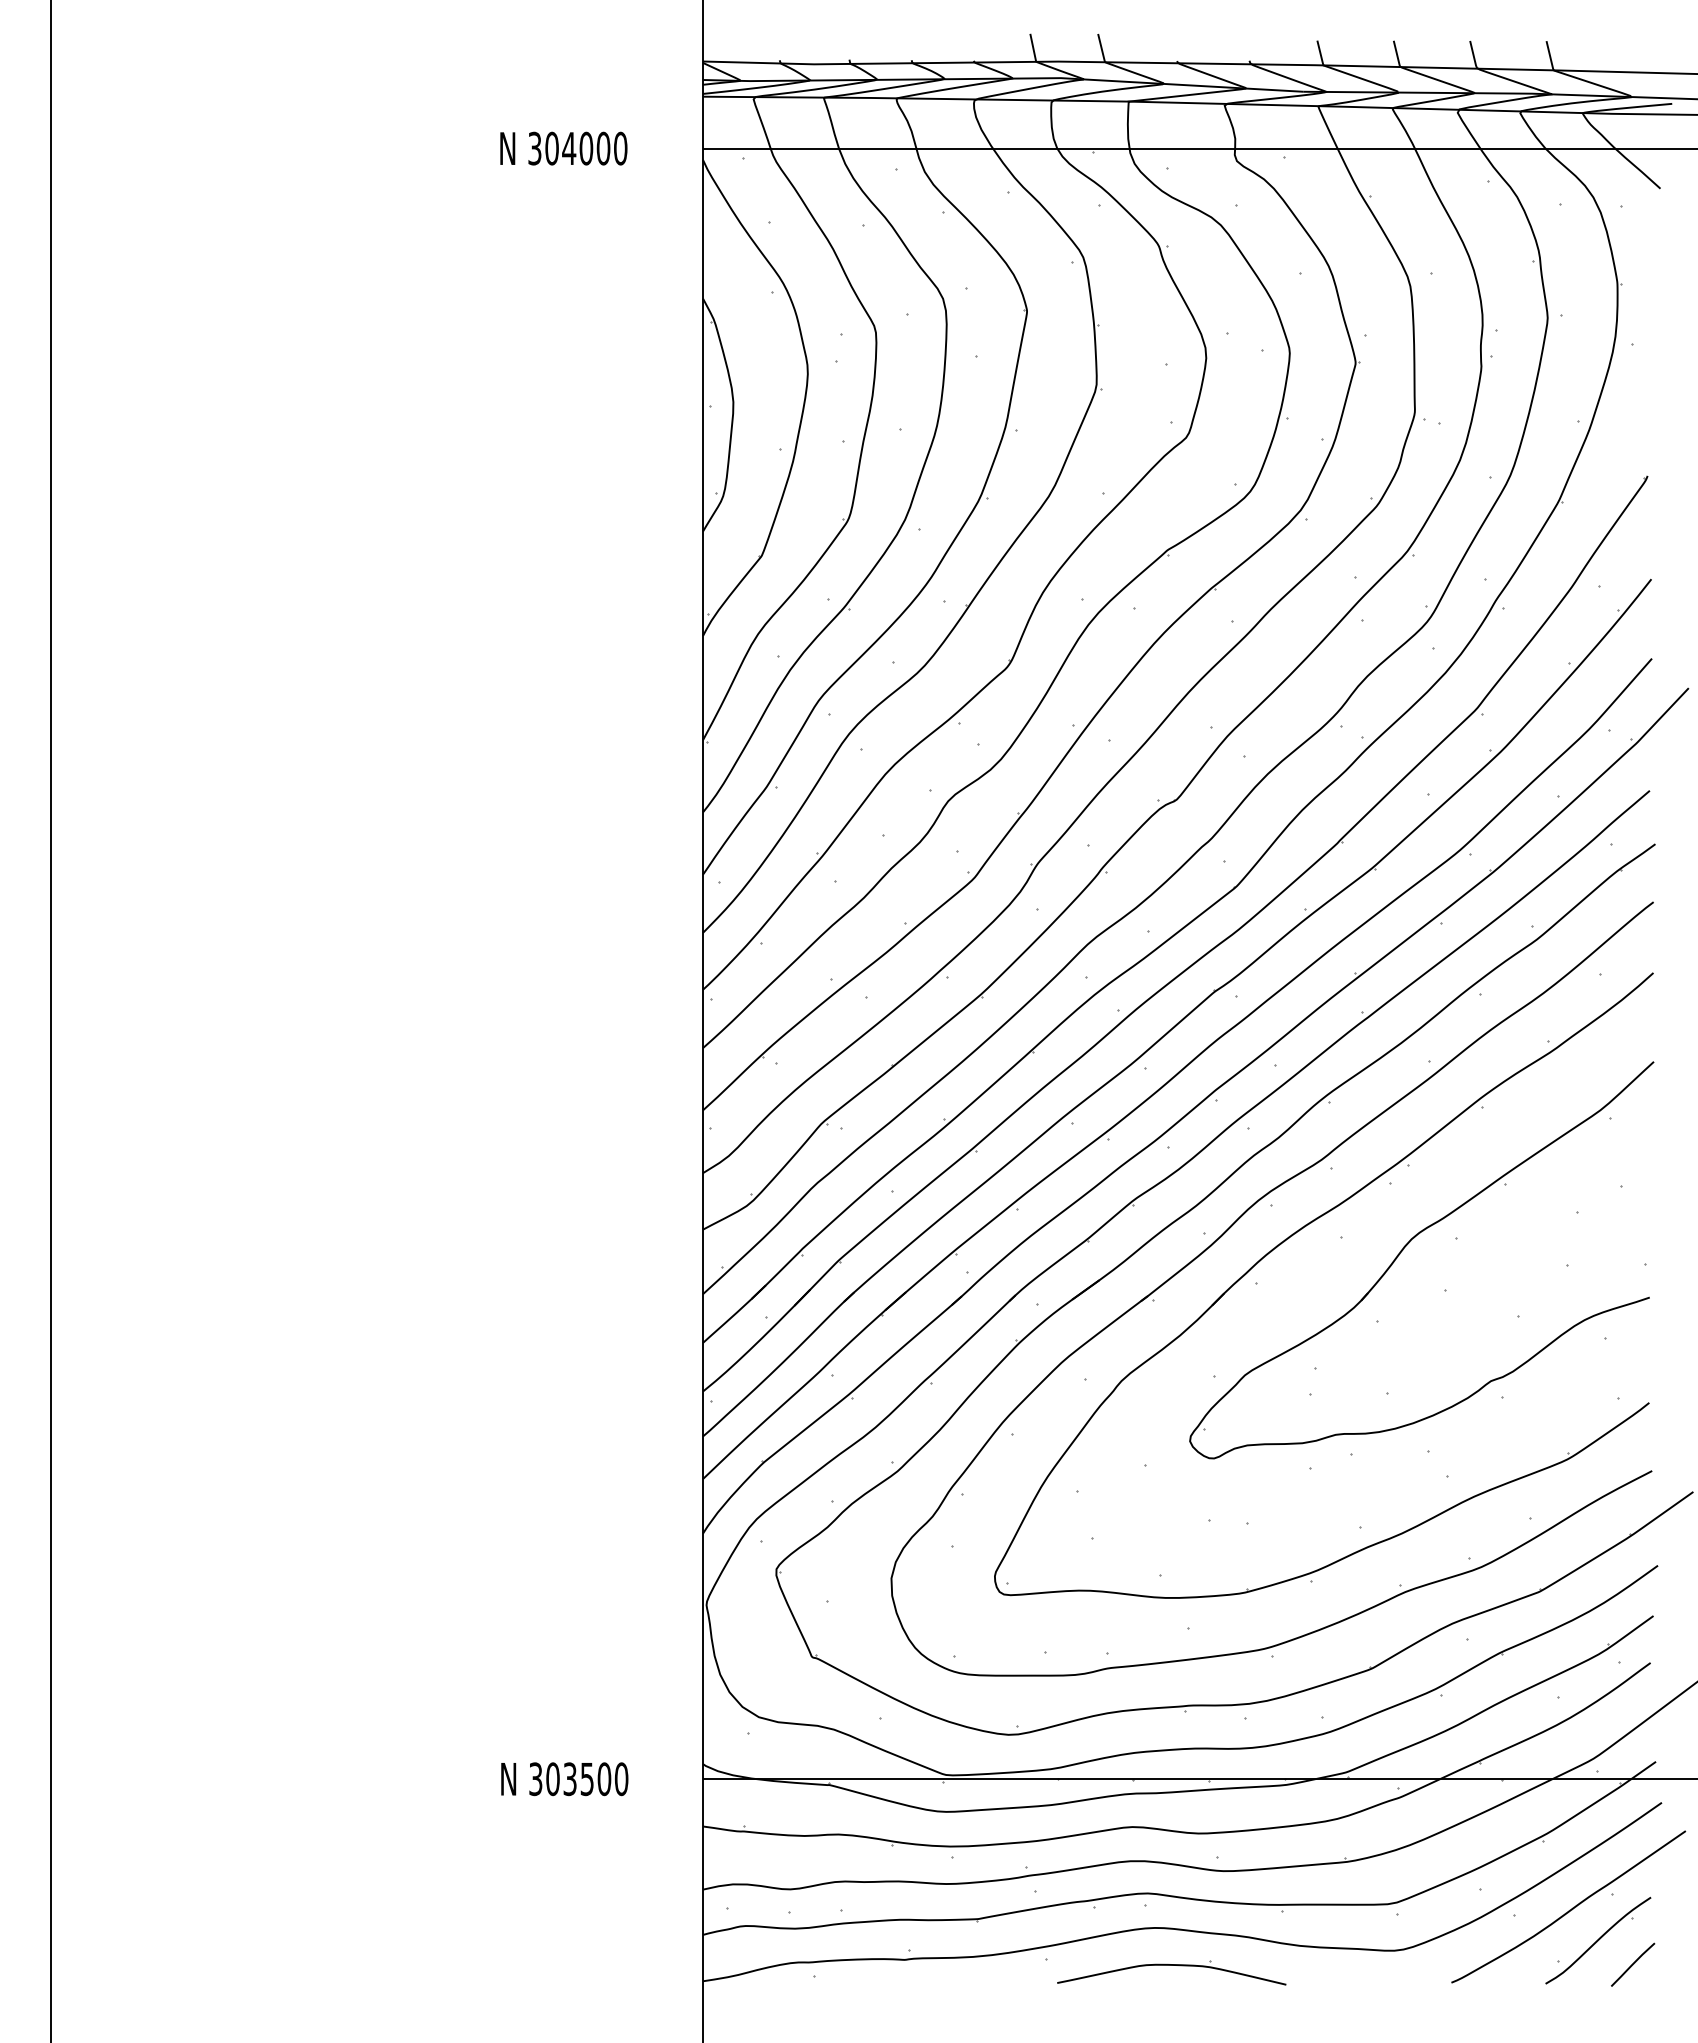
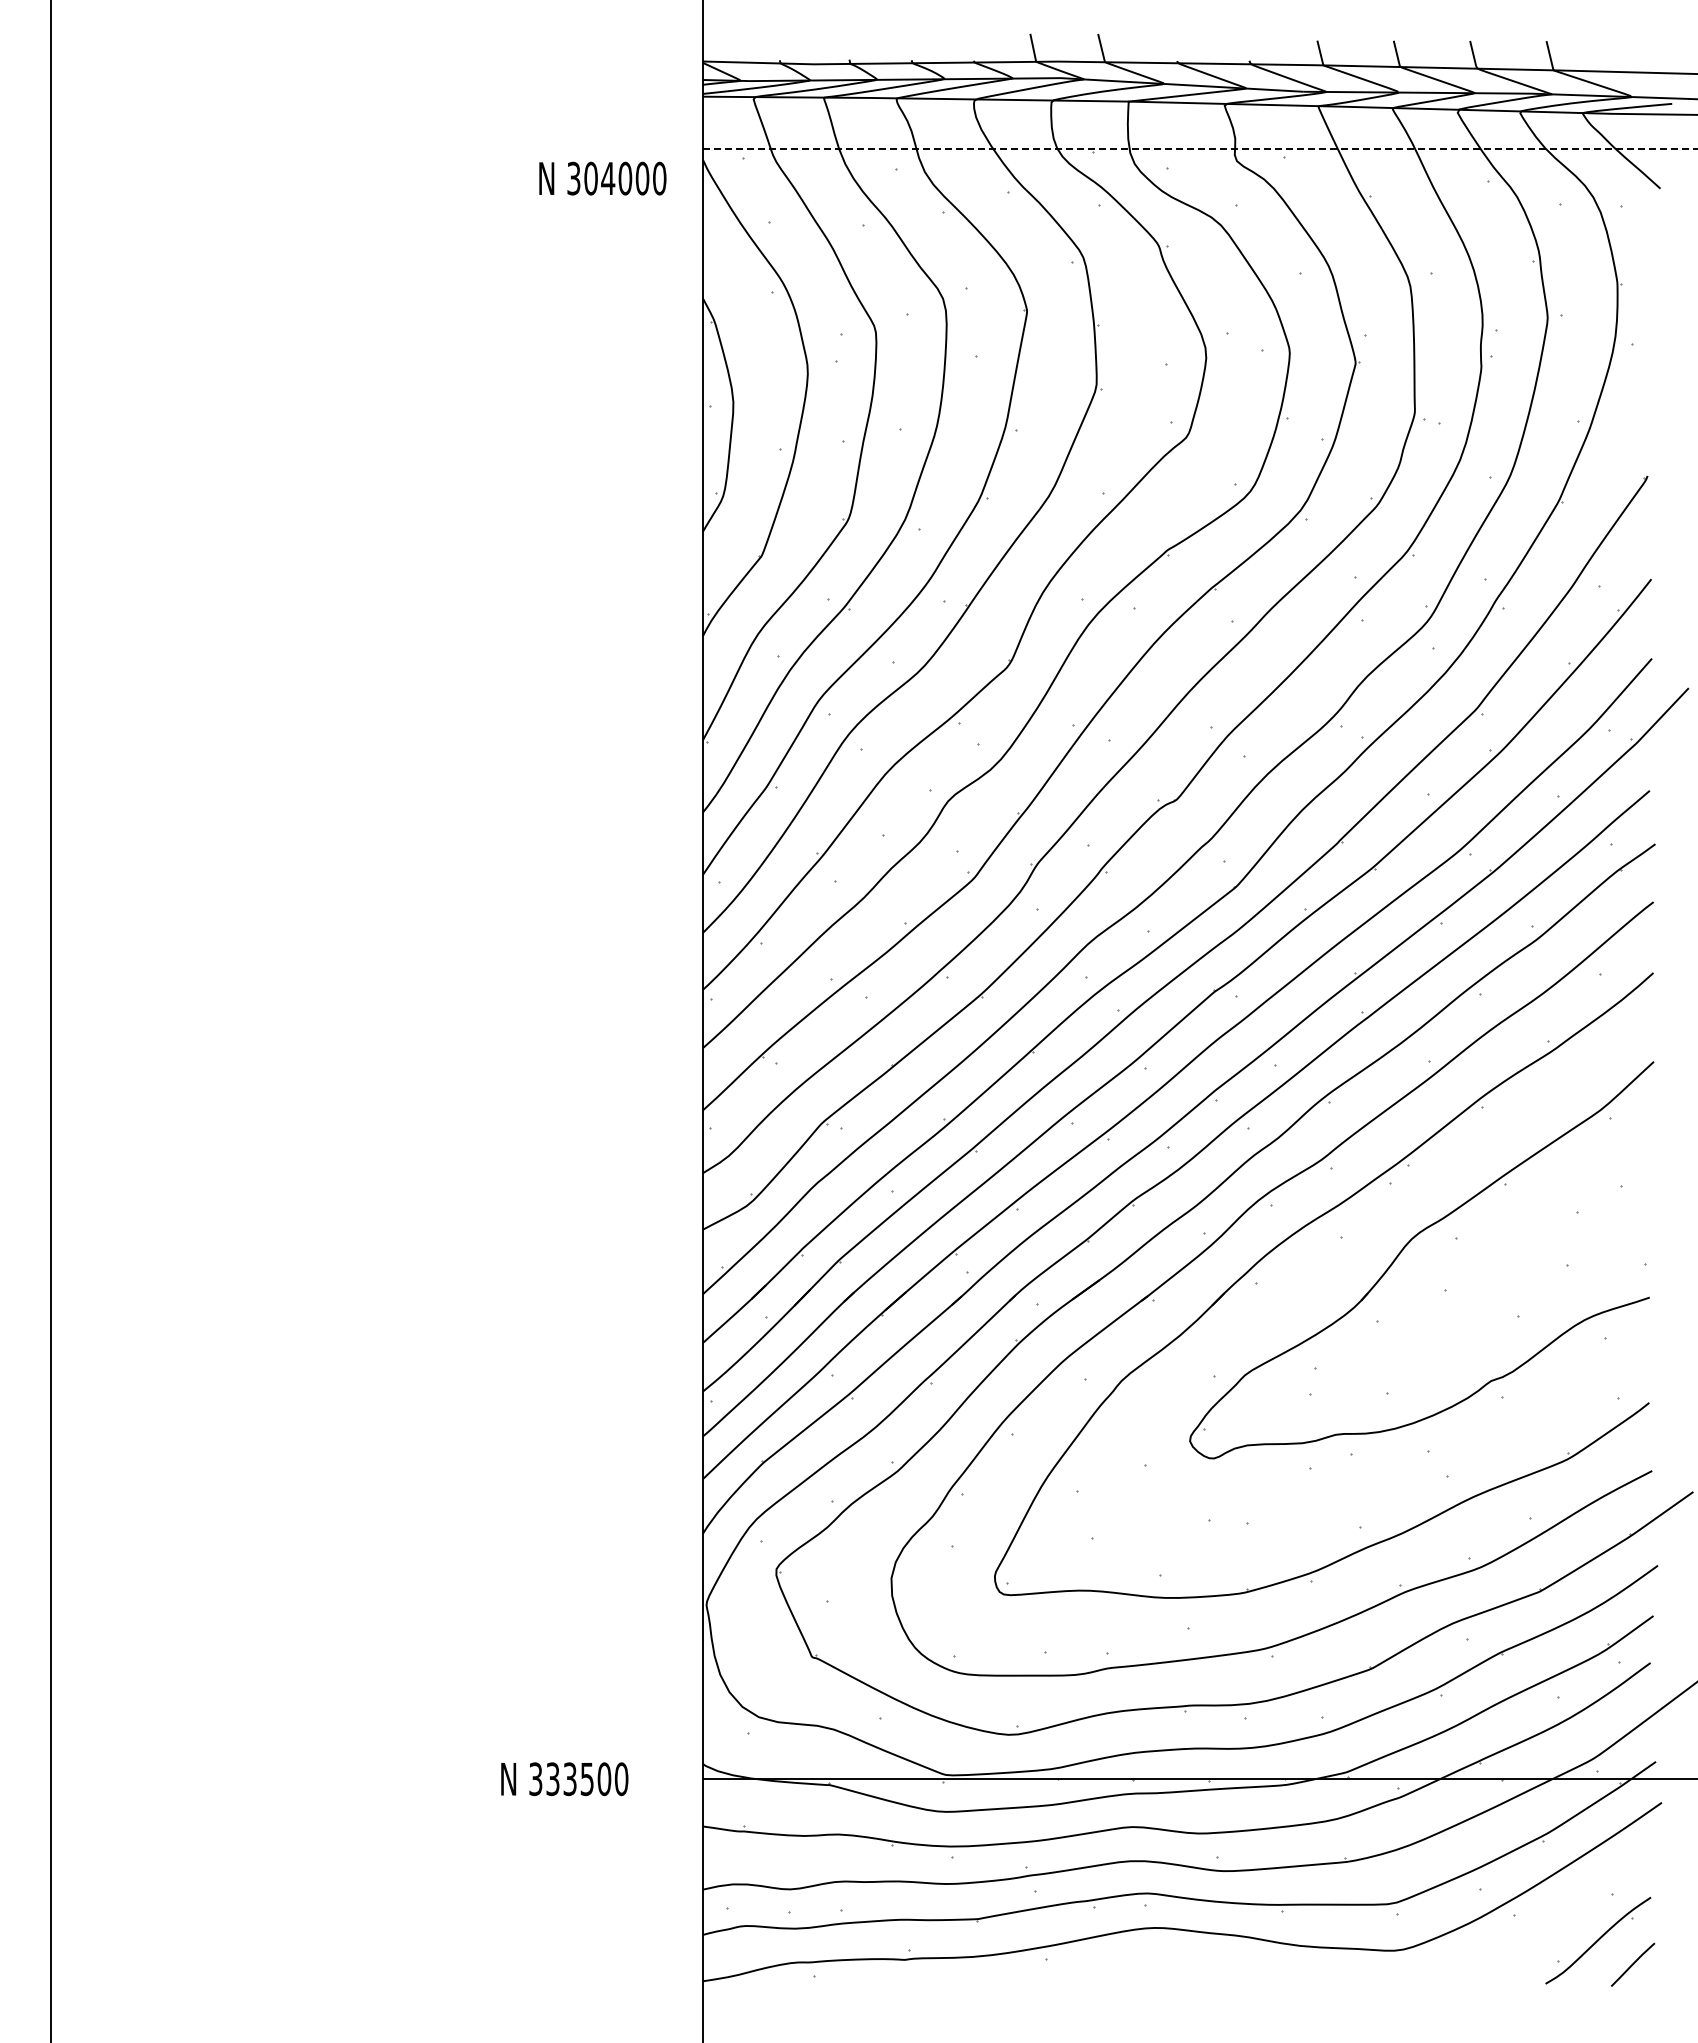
text at (563, 148) position: (563, 148) -> (602, 178)
line at (1200, 148): solid -> dashed
text at (552, 1779): 303500 -> 333500
curve at (1571, 1908): present -> none
part at (1171, 1965): present -> none
